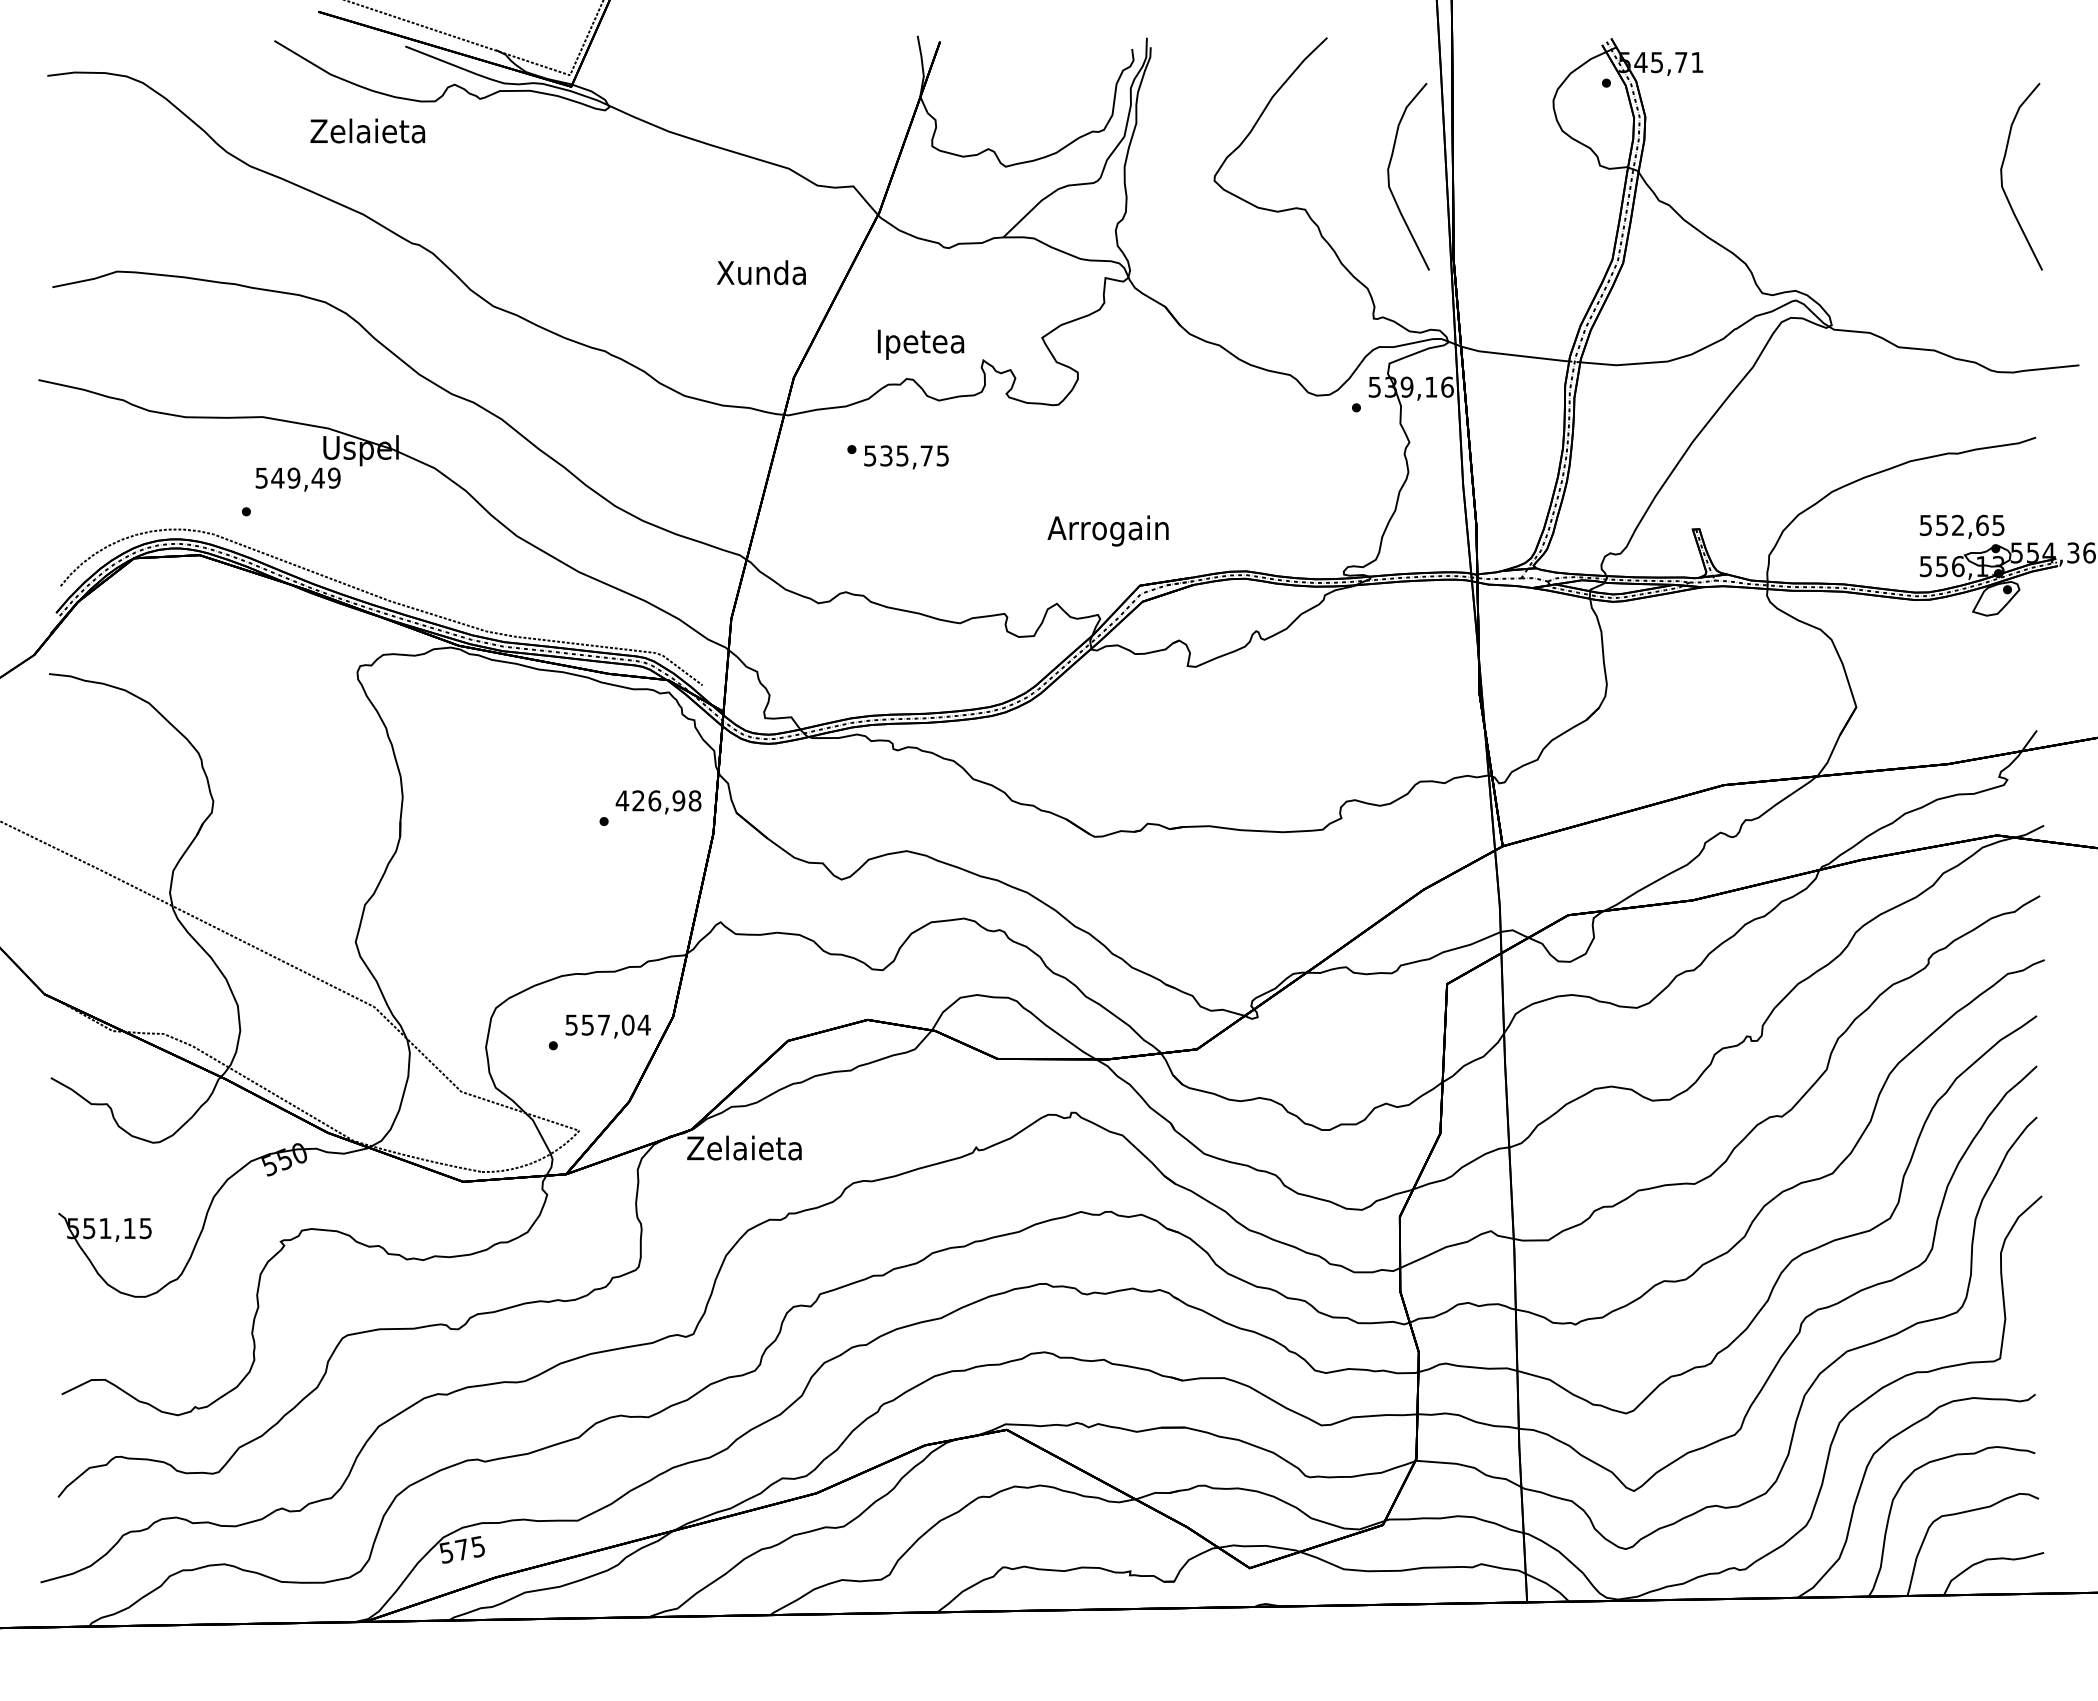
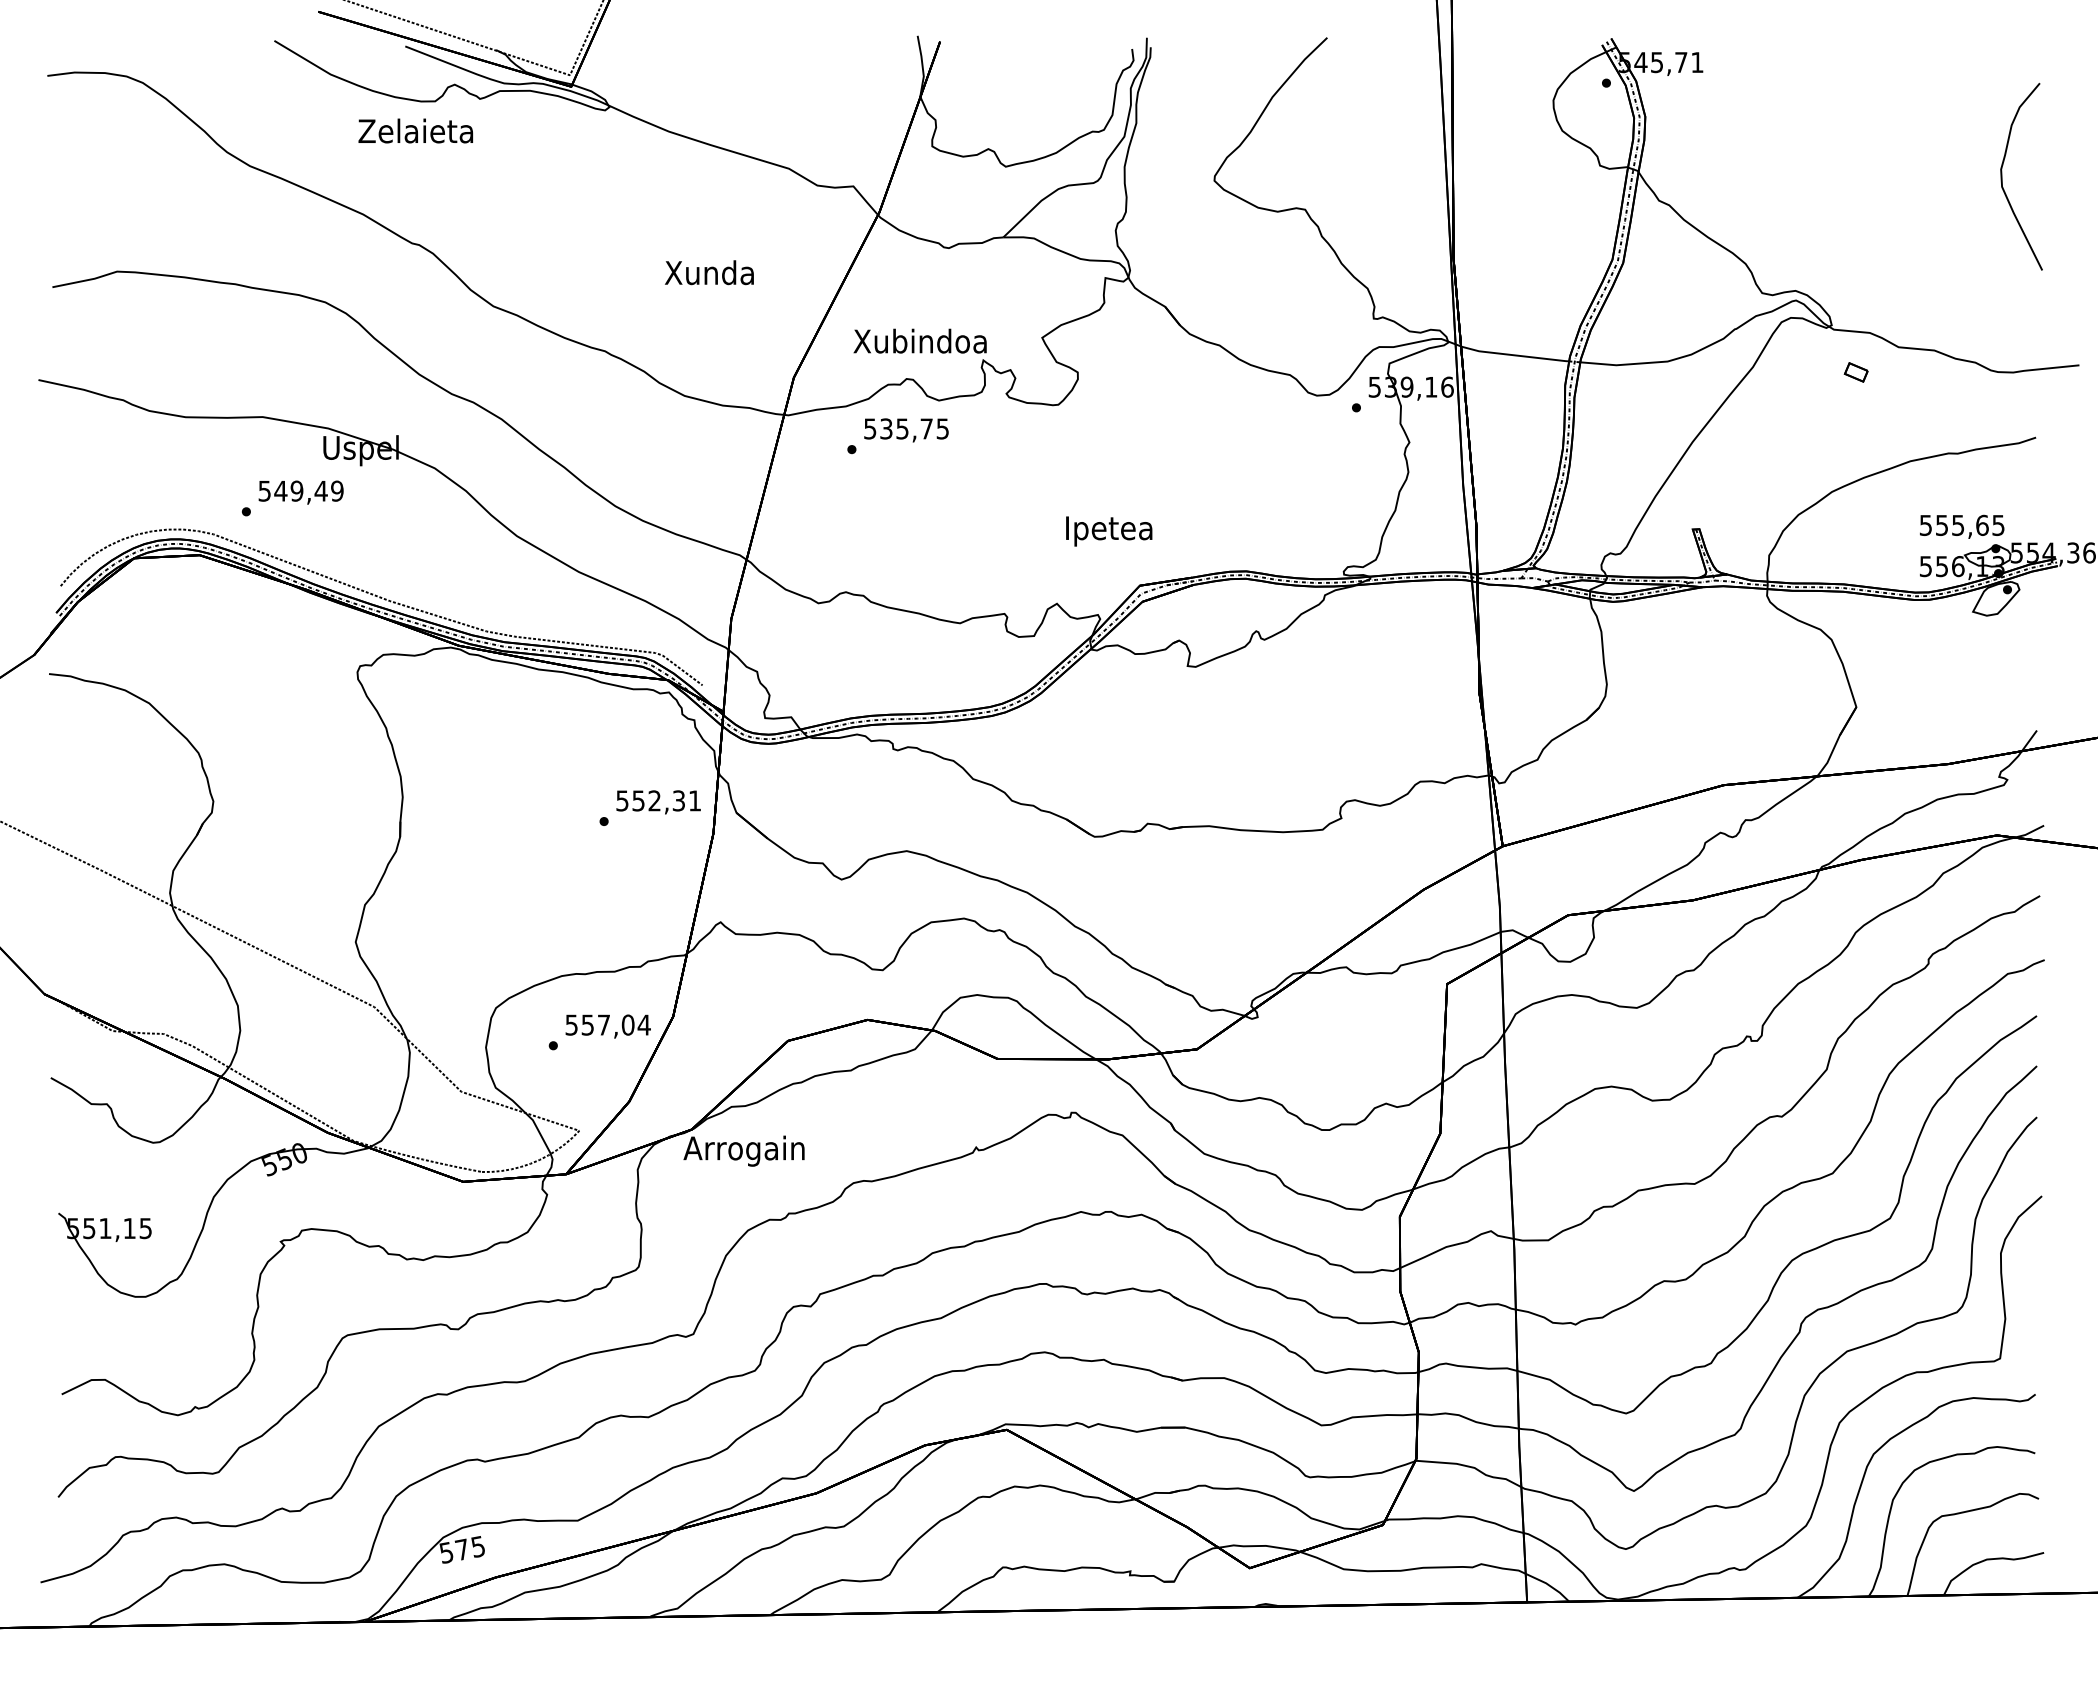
text at (367, 130) position: (367, 130) -> (415, 130)
curve at (1389, 176): present -> none
text at (761, 272) position: (761, 272) -> (709, 272)
text at (919, 343): Ipetea -> Xubindoa
part at (1855, 372): none -> present
text at (906, 457) position: (906, 457) -> (906, 430)
text at (297, 479) position: (297, 479) -> (300, 492)
text at (1958, 524): 552,65 -> 555,65
text at (1107, 530): Arrogain -> Ipetea
text at (658, 800): 426,98 -> 552,31
text at (743, 1150): Zelaieta -> Arrogain
